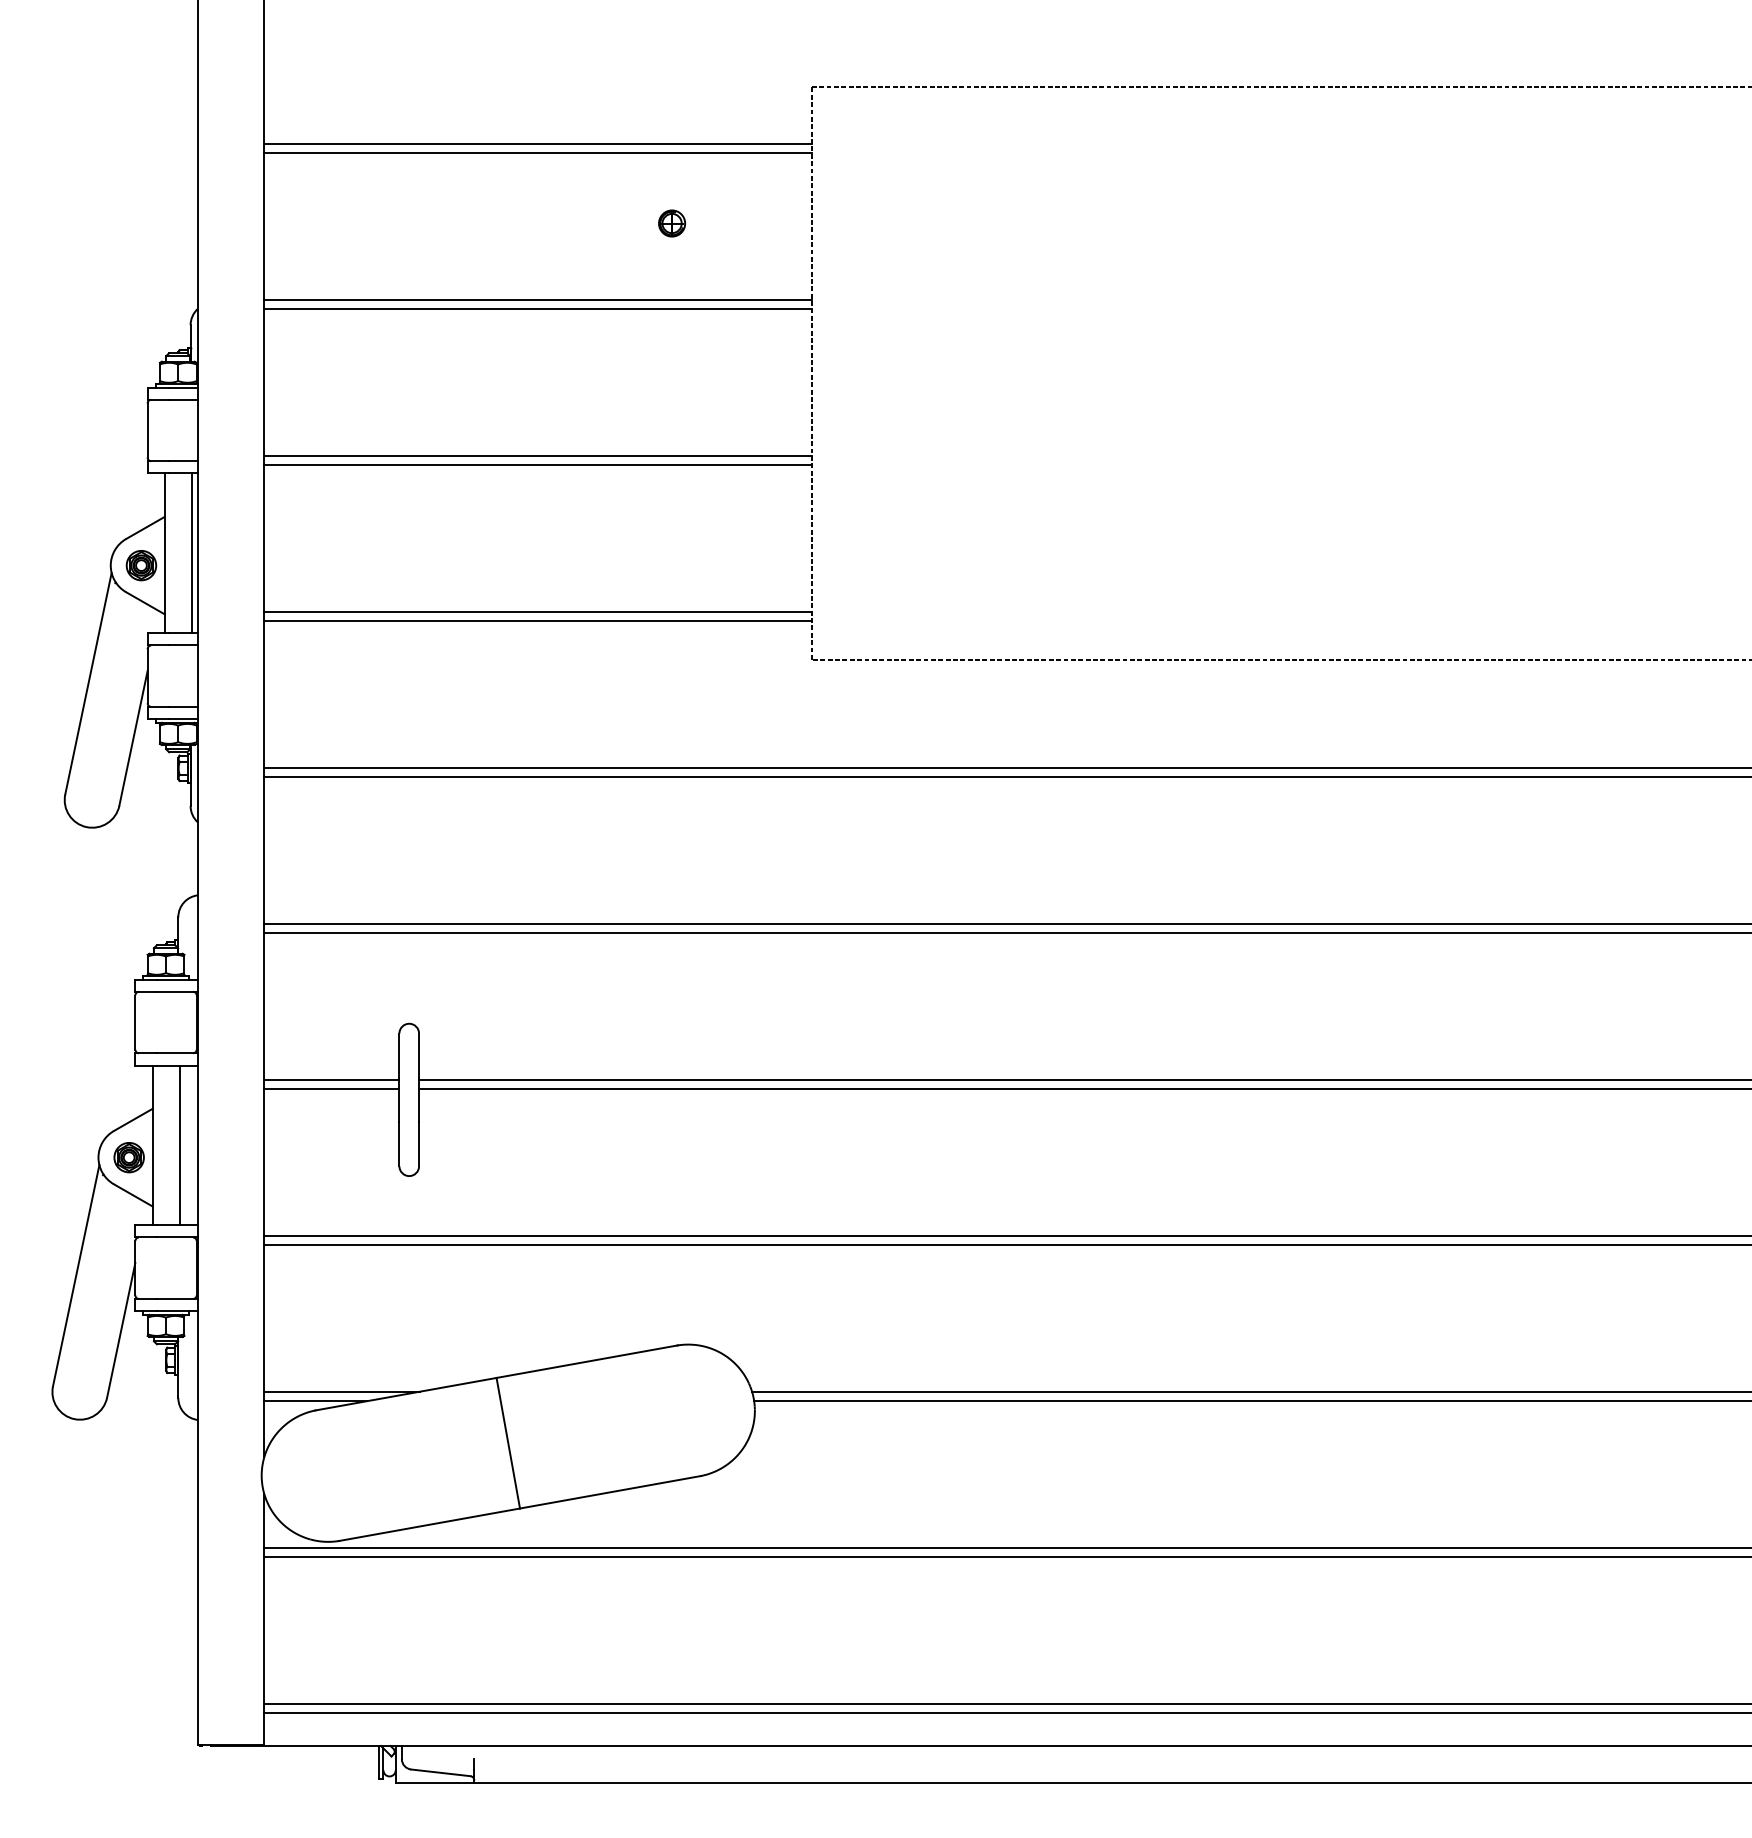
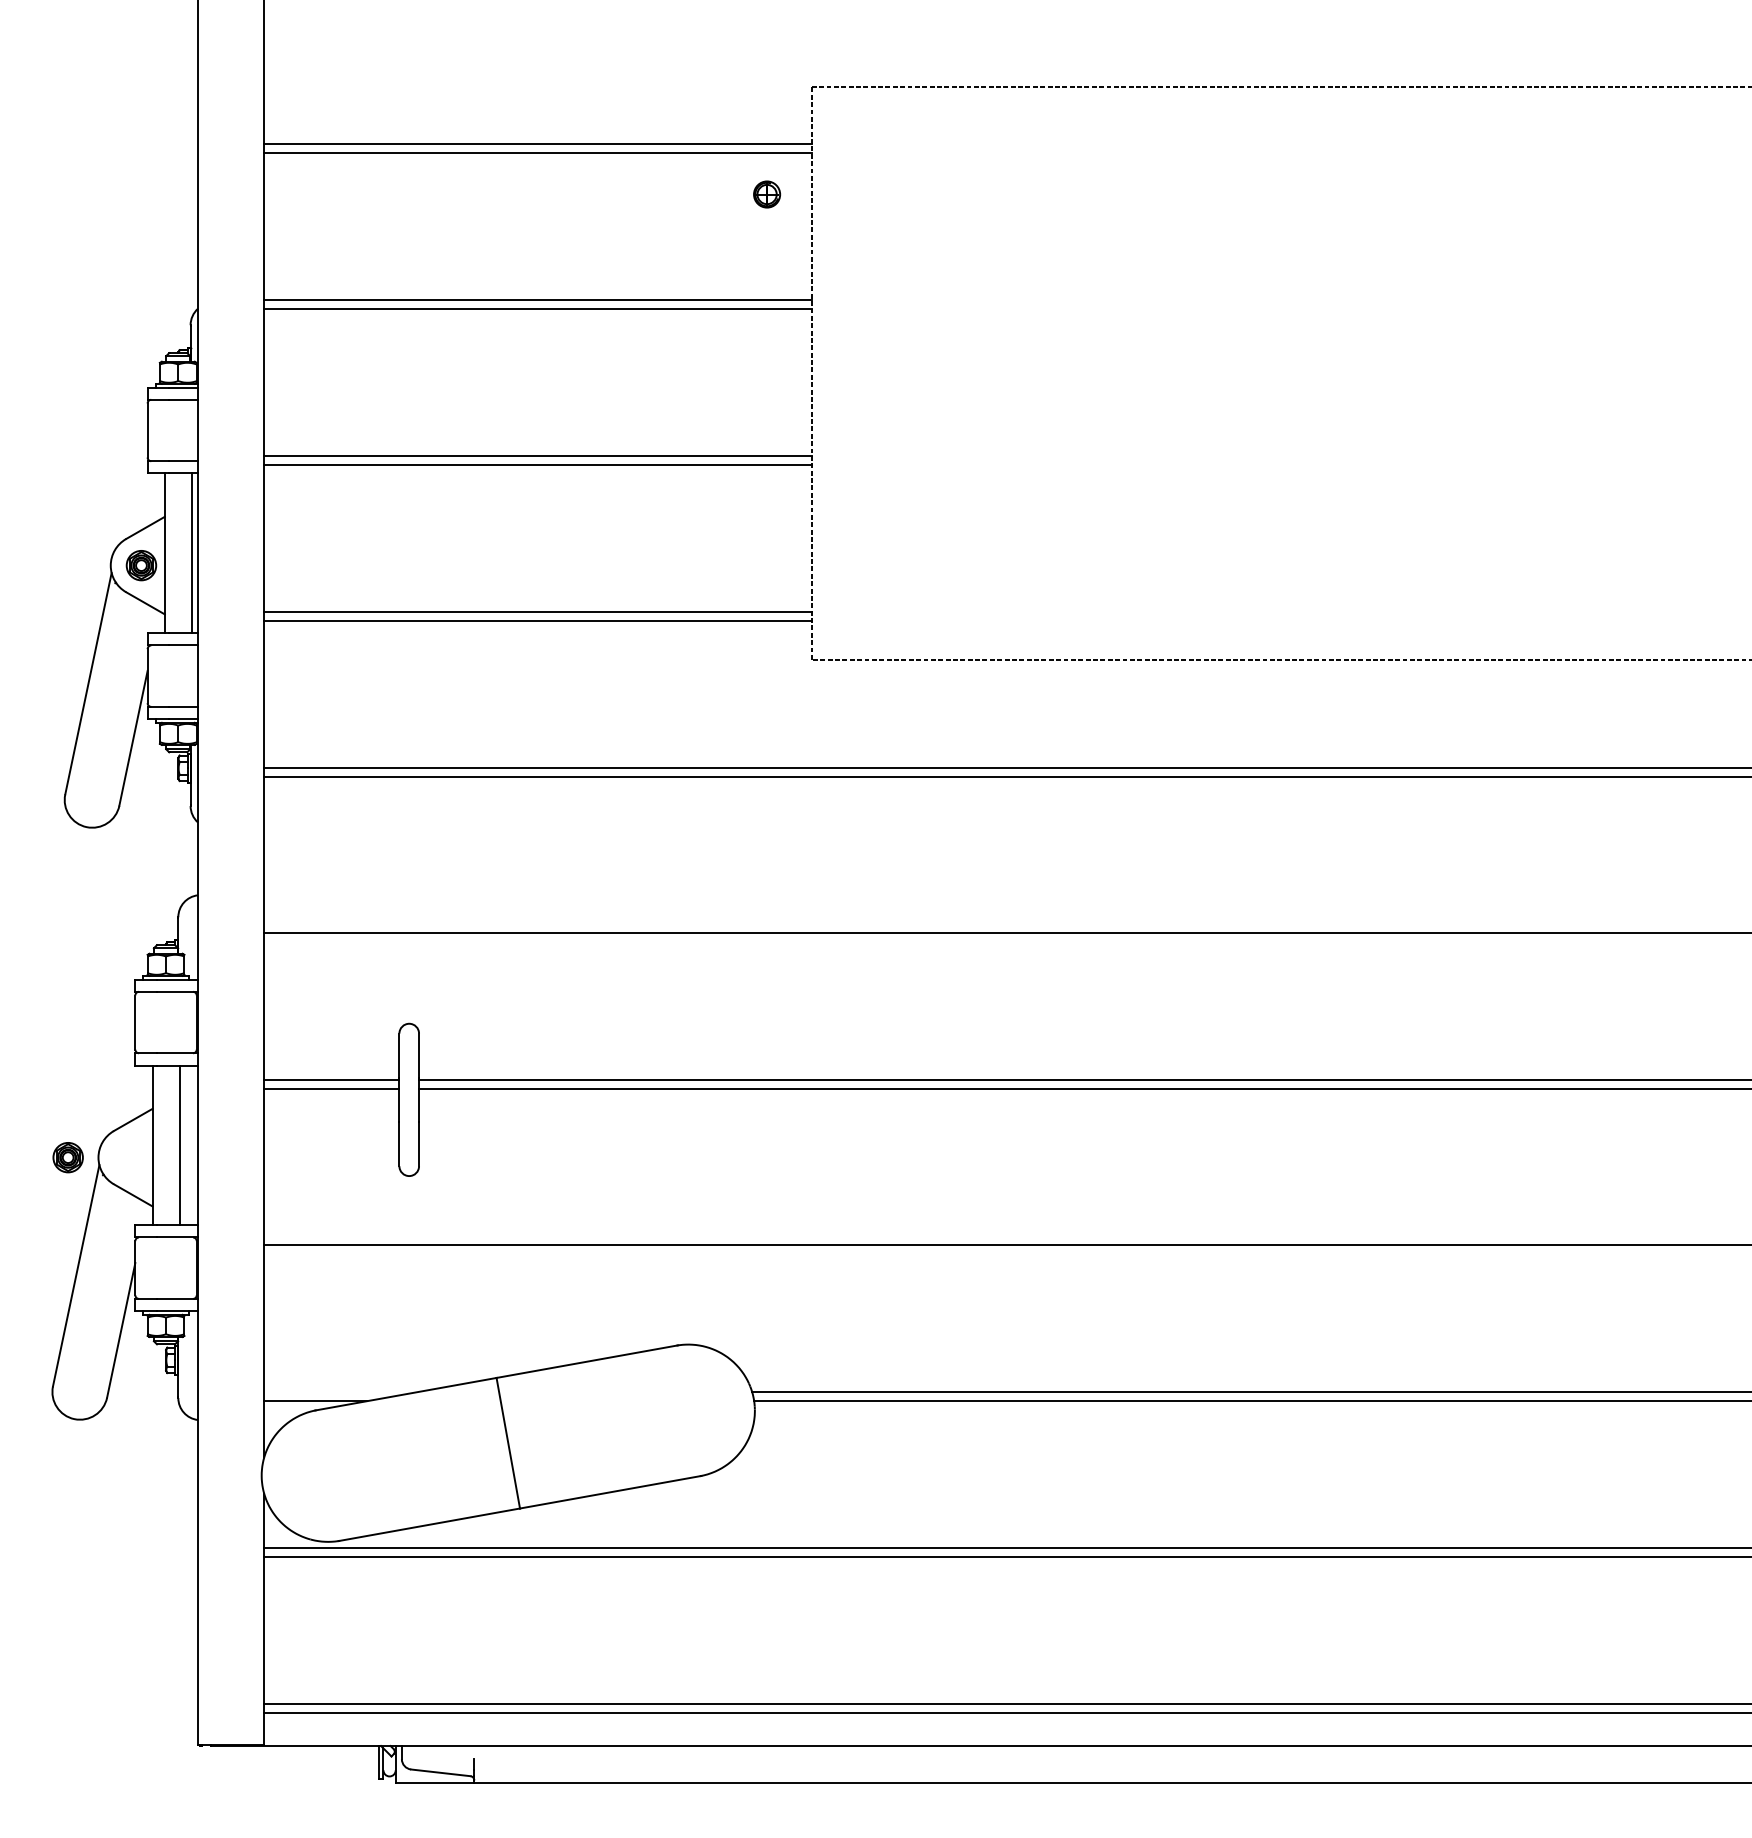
part at (672, 223) position: (672, 223) -> (767, 194)
line at (1006, 923): present -> none
part at (128, 1157) position: (128, 1157) -> (67, 1157)
line at (1006, 1235): present -> none
line at (341, 1391): present -> none
